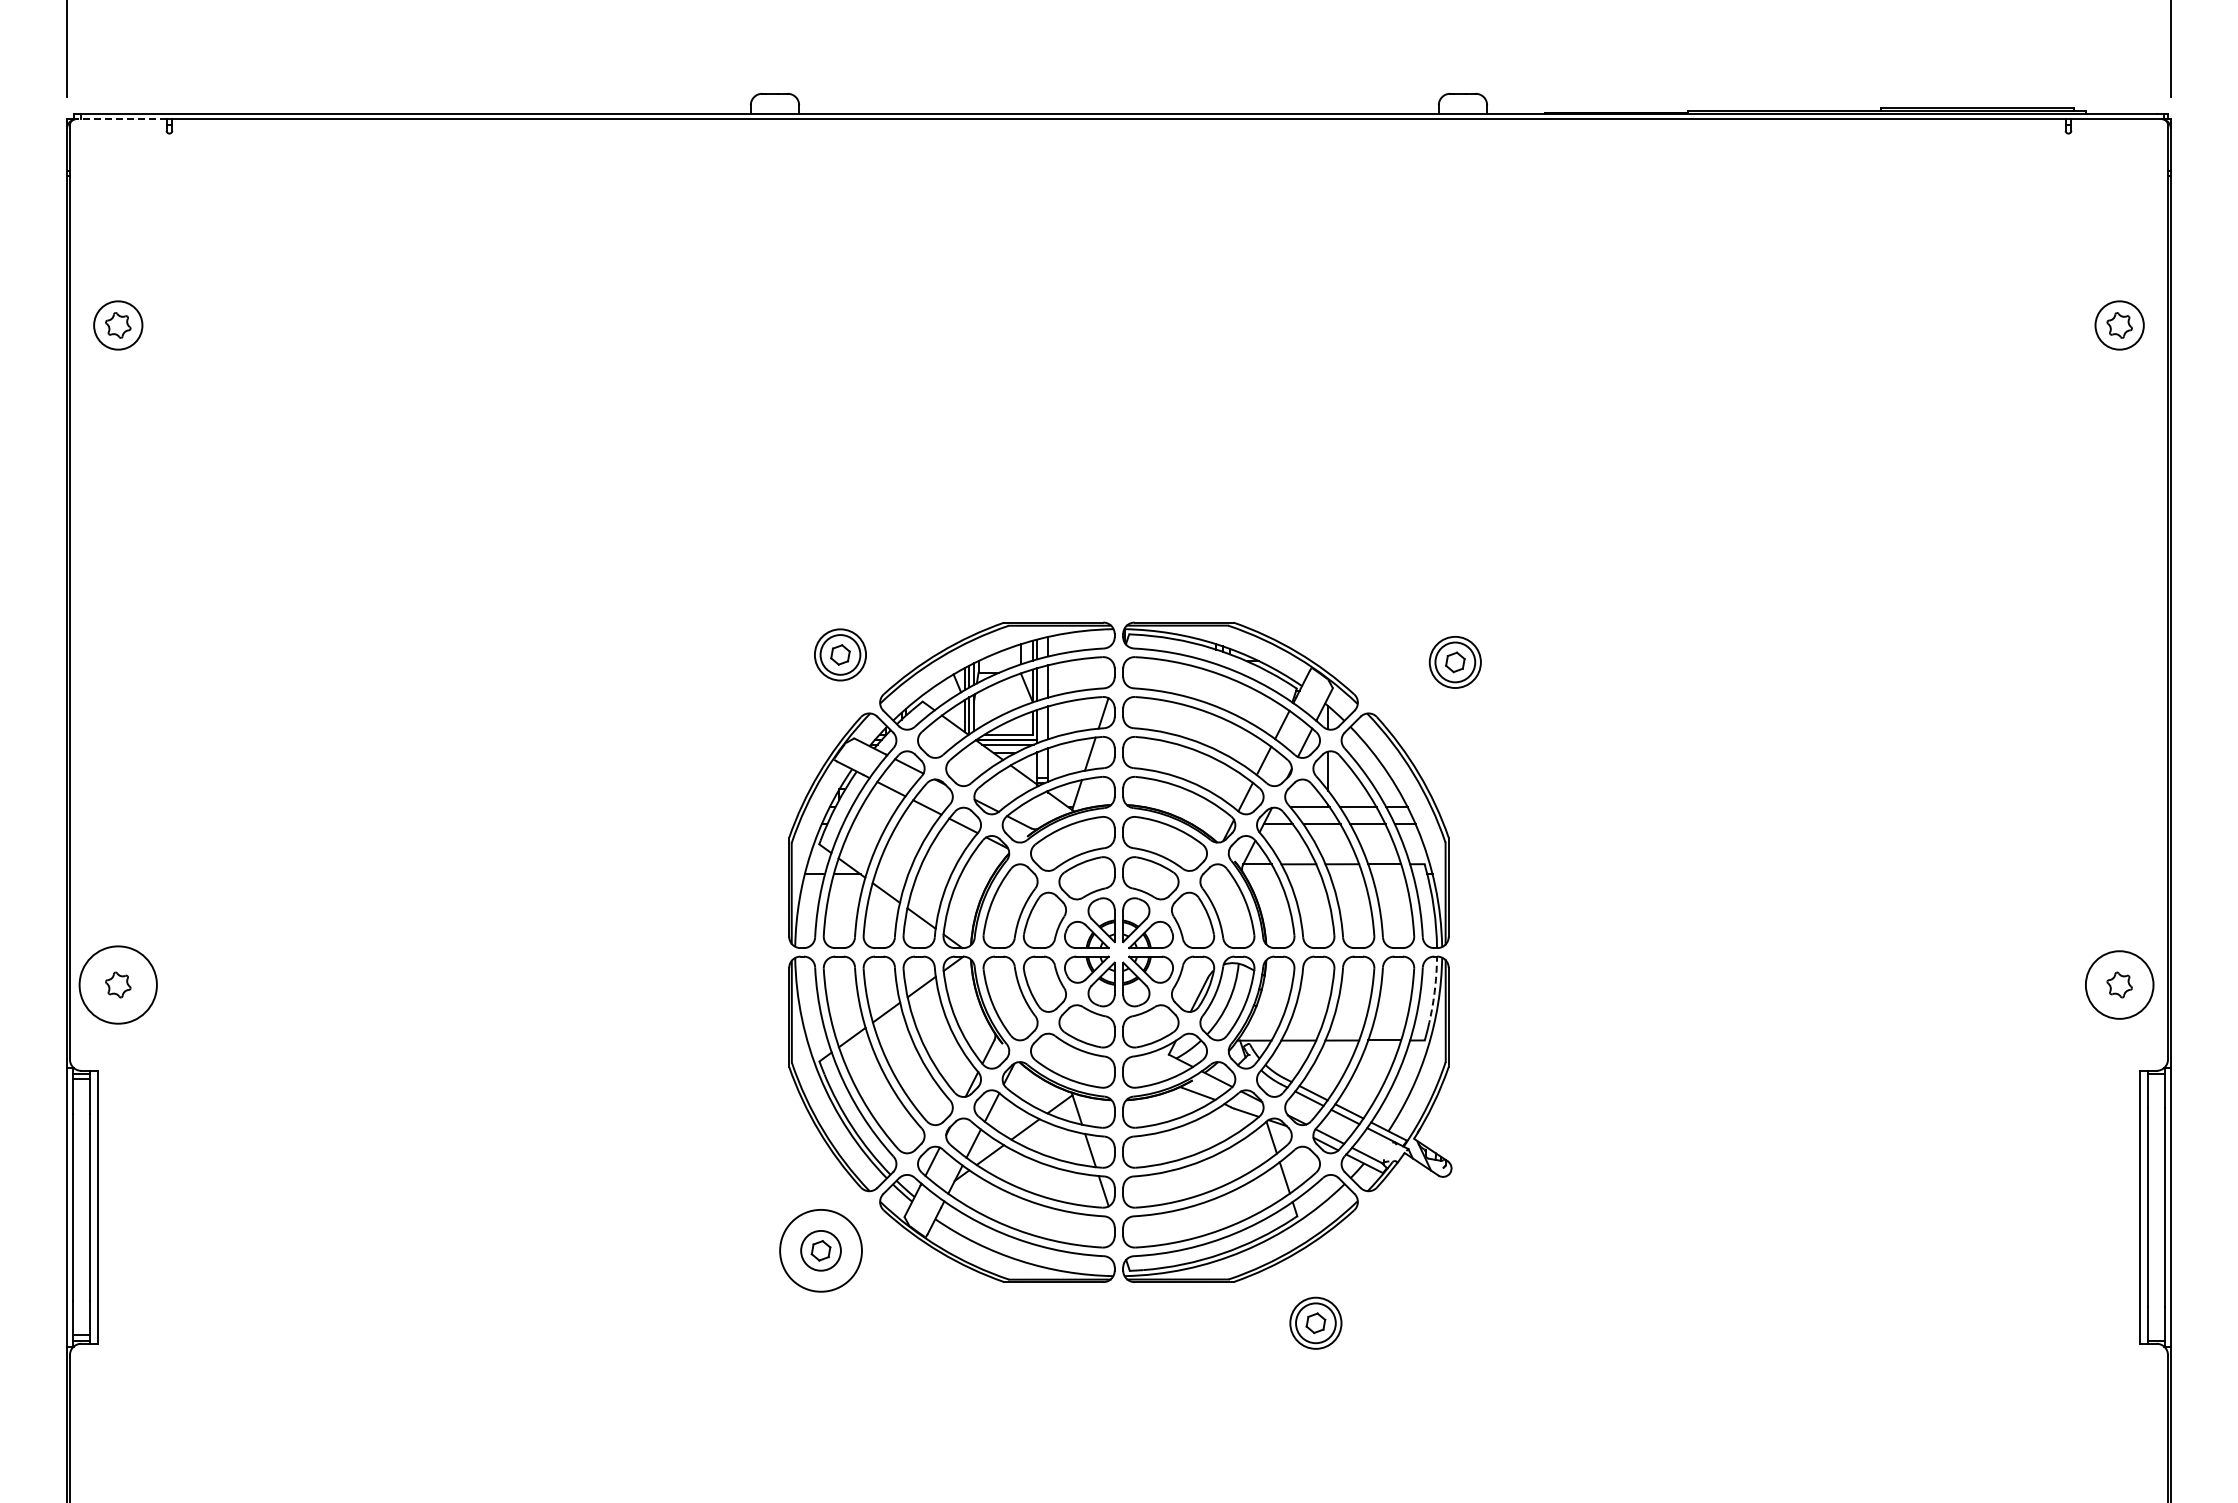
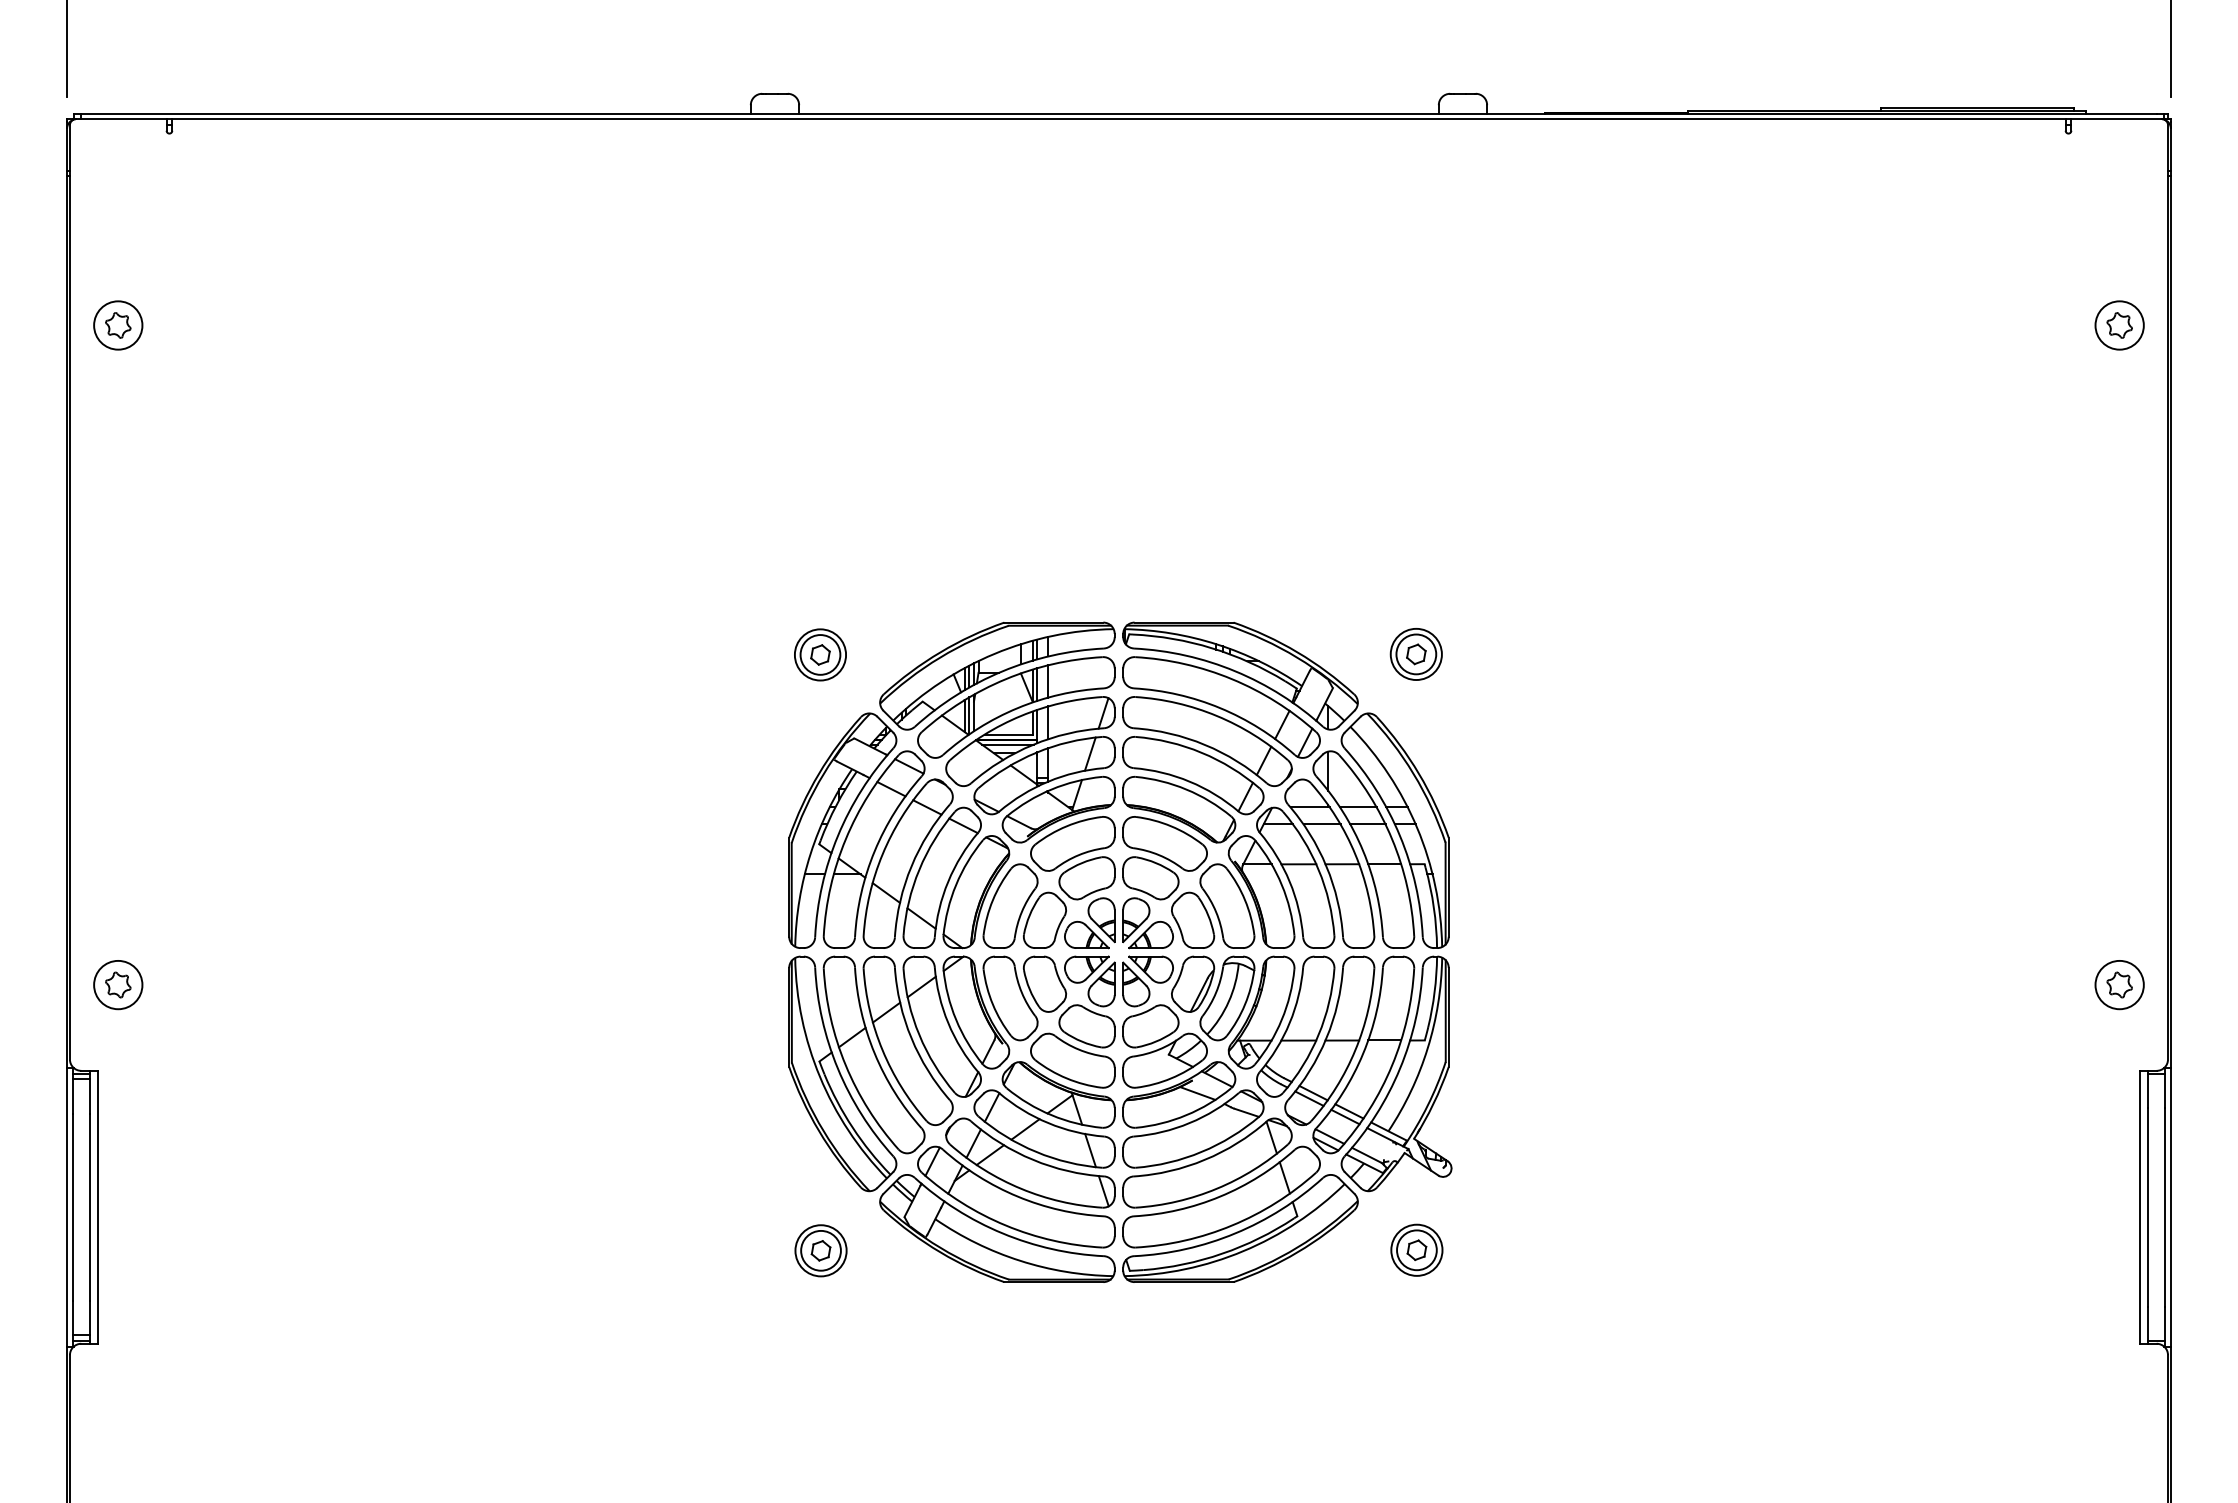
line at (120, 119): dashed -> solid
part at (840, 654) position: (840, 654) -> (820, 654)
part at (1454, 662) position: (1454, 662) -> (1415, 654)
circle at (117, 984) diameter: 77 px -> 48 px
circle at (2119, 984) diameter: 68 px -> 48 px
arc at (1434, 992): dashed -> solid
circle at (820, 1250) diameter: 82 px -> 51 px
part at (1315, 1322) position: (1315, 1322) -> (1416, 1249)
